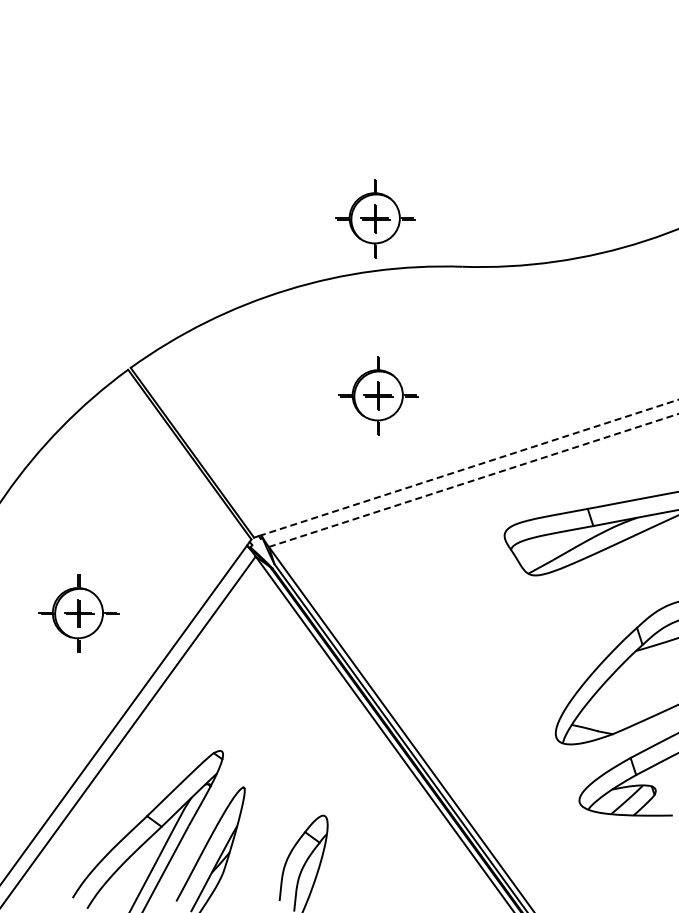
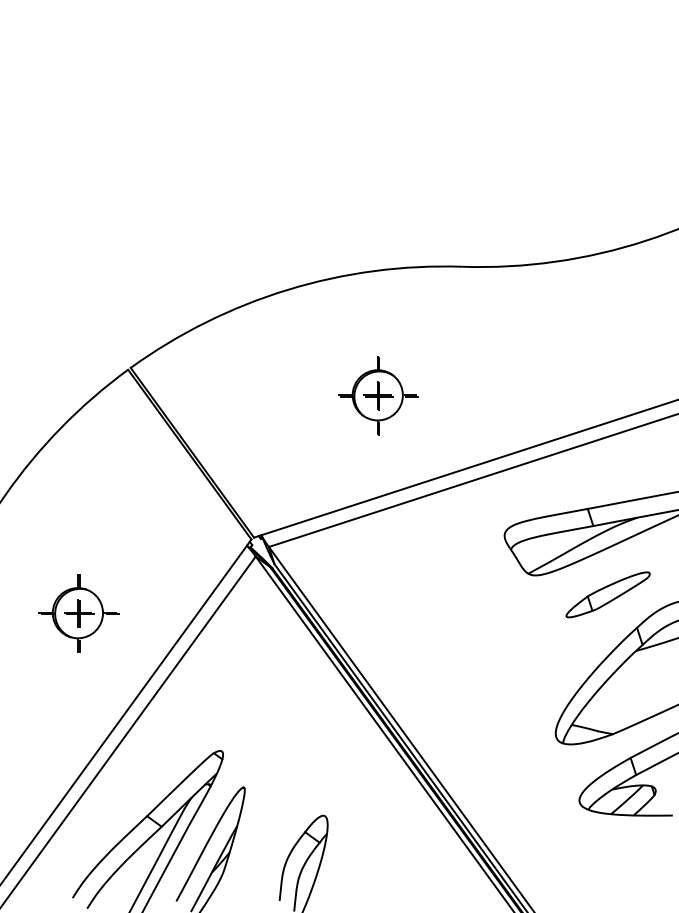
part at (375, 218): present -> none
line at (469, 467): dashed -> solid
line at (474, 480): dashed -> solid
part at (607, 594): none -> present
